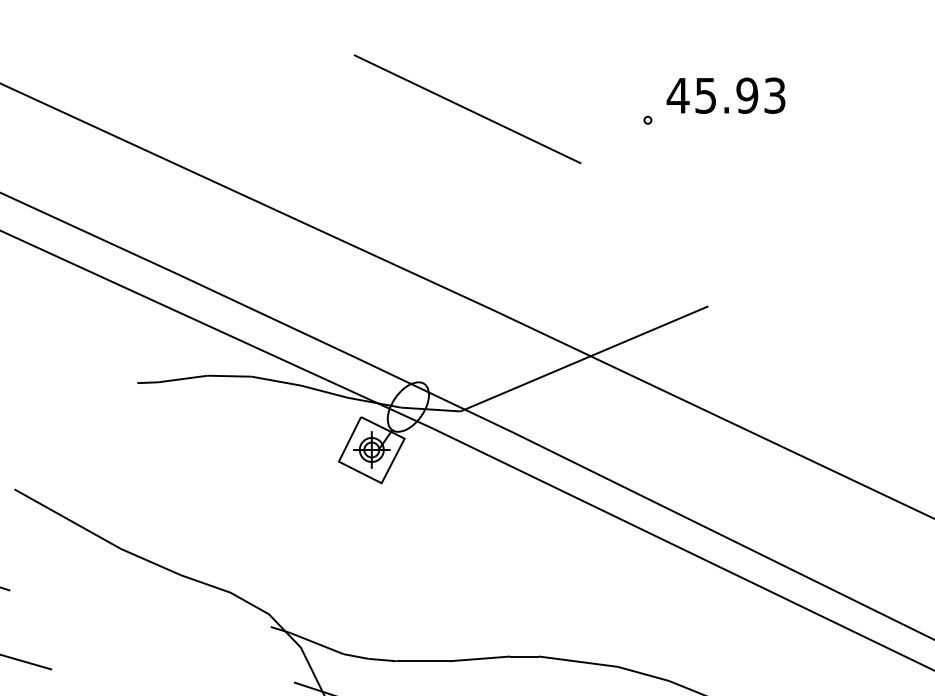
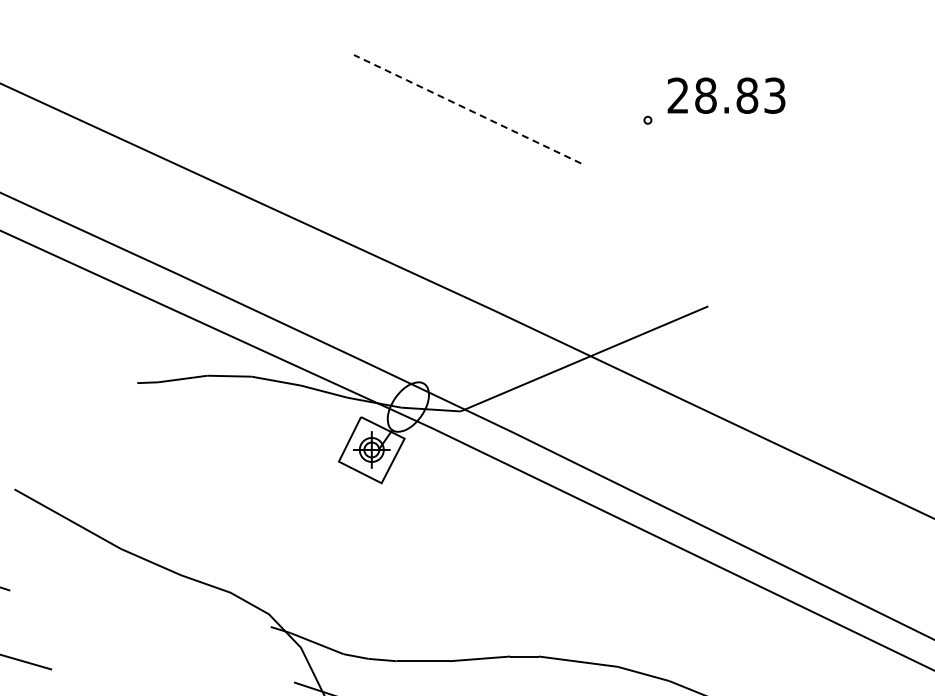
text at (712, 95): 45.93 -> 28.83
line at (467, 109): solid -> dashed
